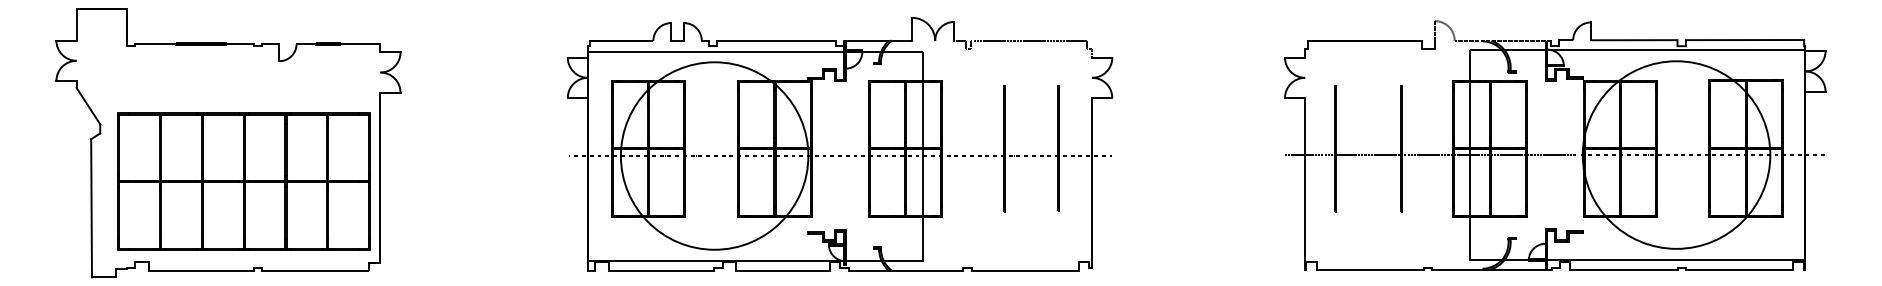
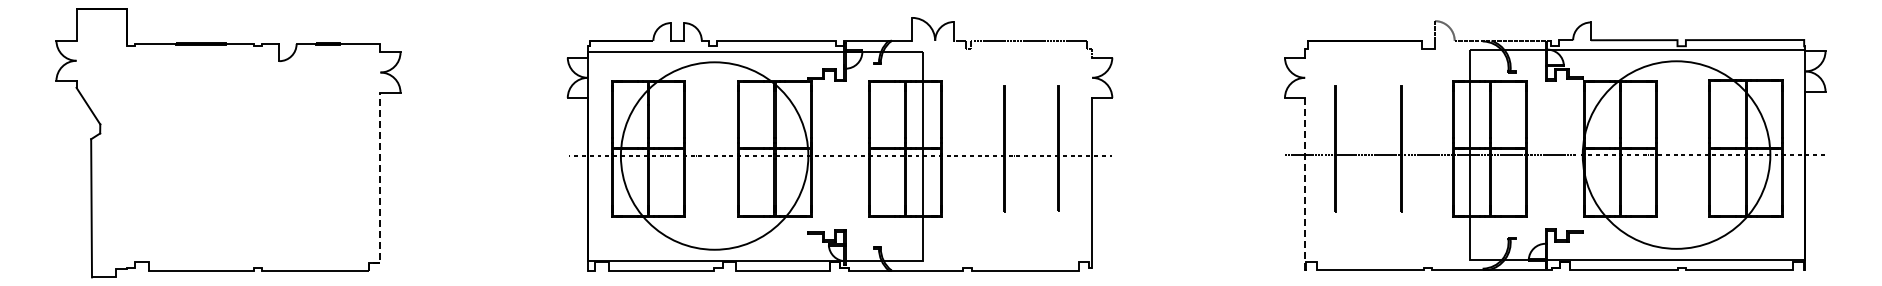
part at (243, 181): present -> none
line at (1305, 183): solid -> dashed
line at (380, 188): solid -> dashed
